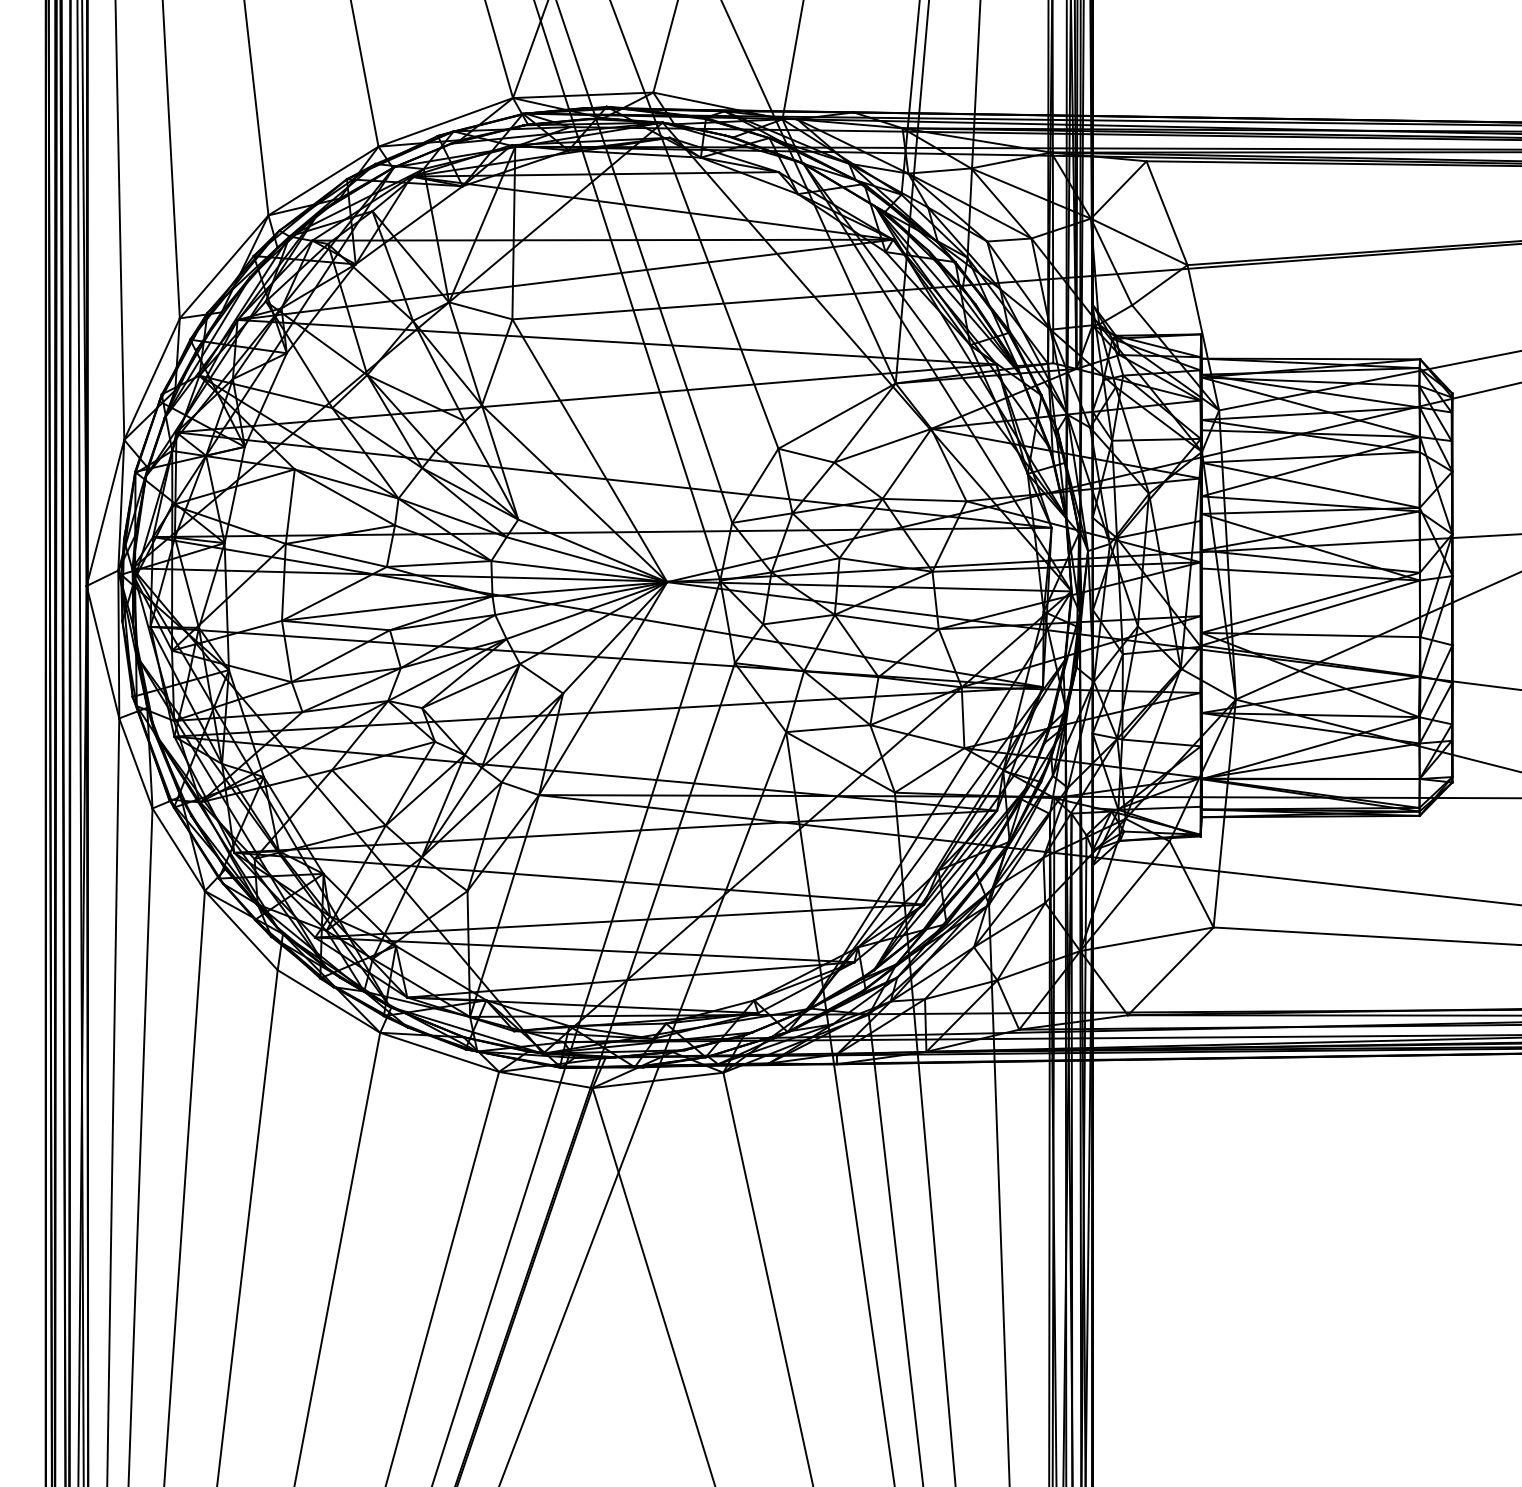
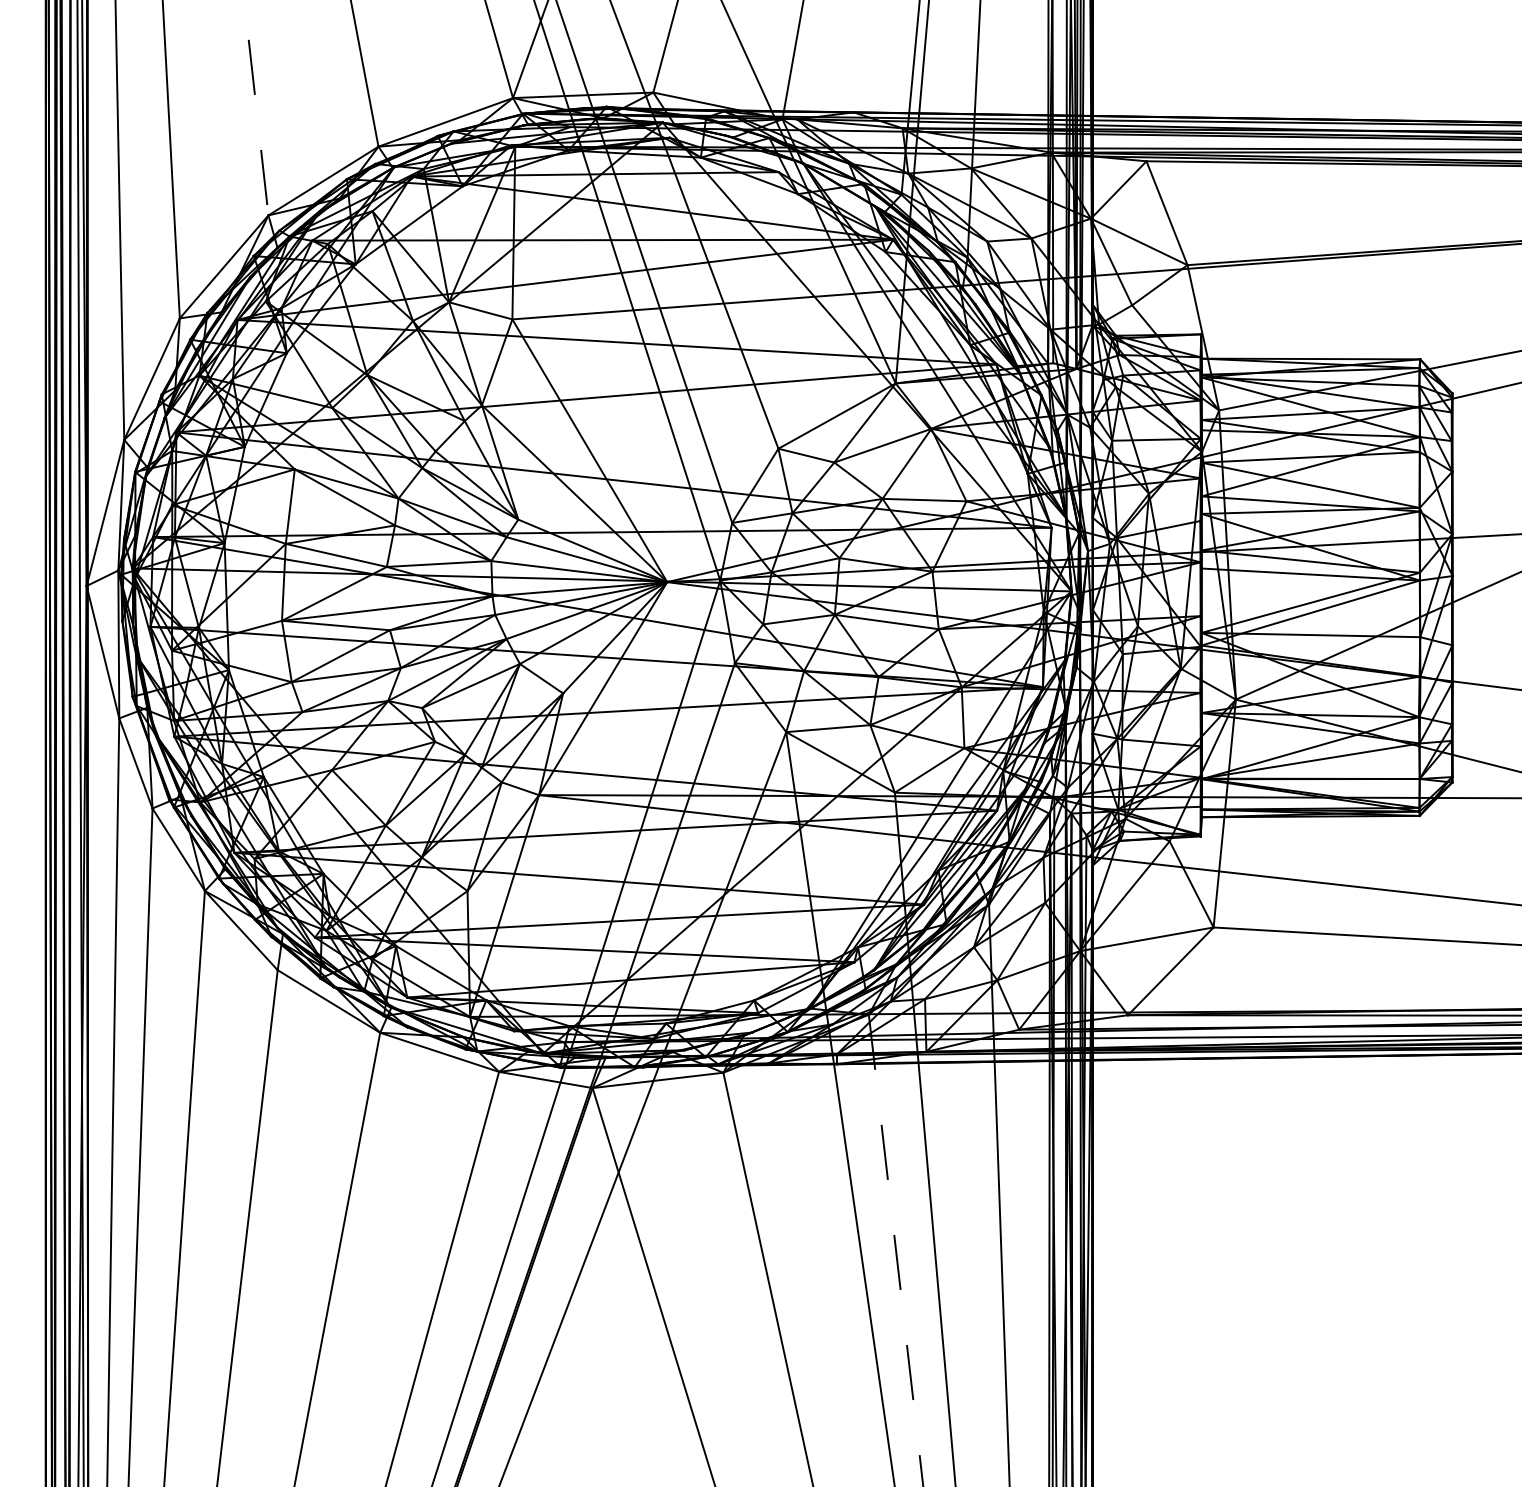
line at (256, 108): solid -> dashed
line at (896, 1251): solid -> dashed
